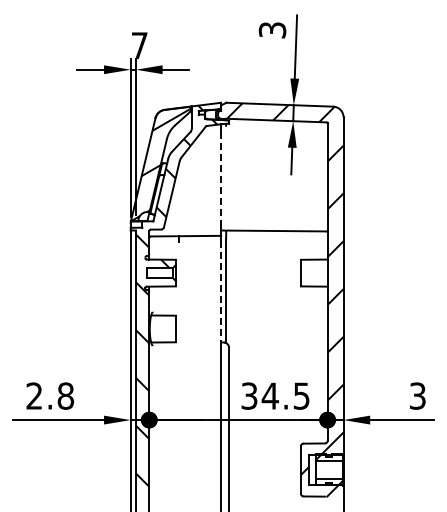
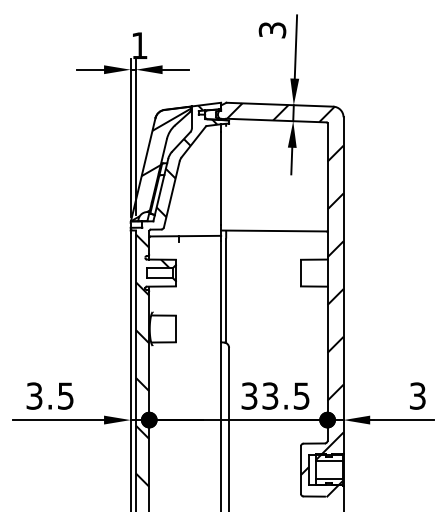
text at (139, 45): 7 -> 1
line at (221, 179): dashed -> solid
line at (221, 291): dashed -> solid
text at (49, 395): 2.8 -> 3.5
text at (269, 395): 34.5 -> 33.5
